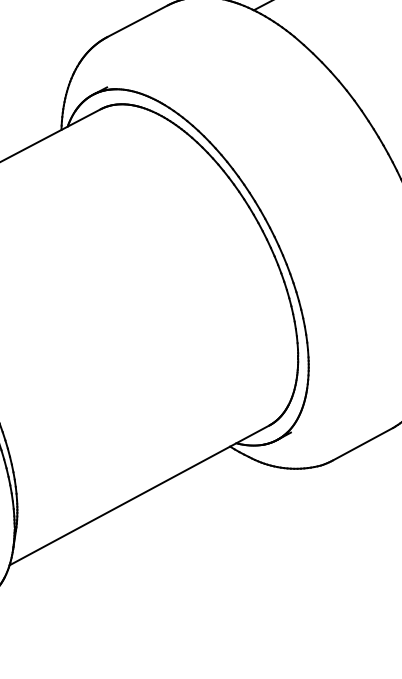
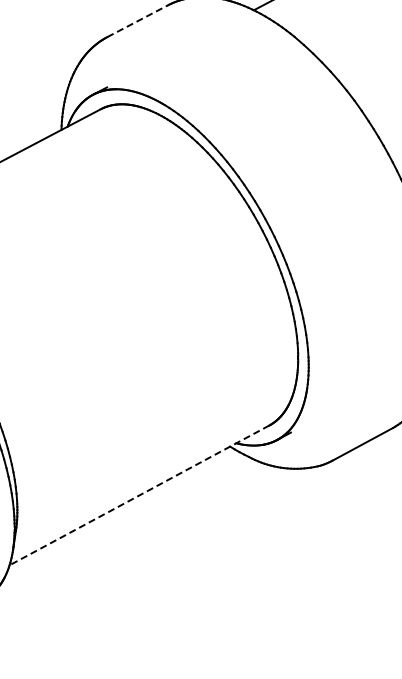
line at (138, 21): solid -> dashed
line at (139, 495): solid -> dashed
